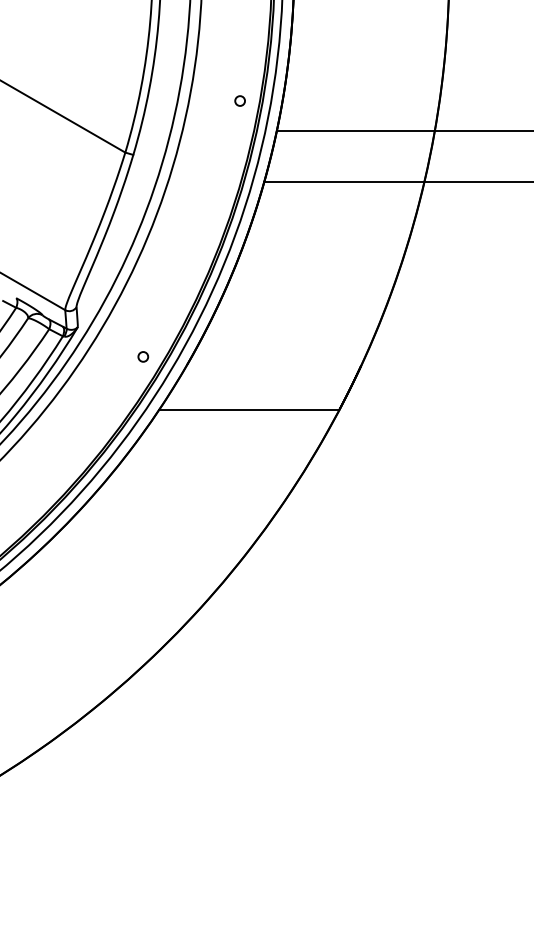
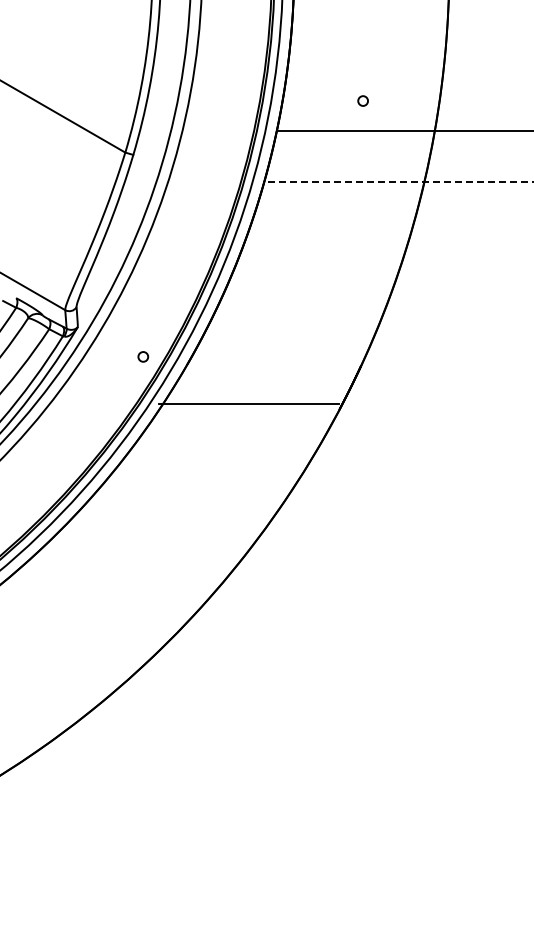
circle at (239, 100) position: (239, 100) -> (362, 100)
line at (398, 181): solid -> dashed
line at (249, 409) position: (249, 409) -> (249, 403)
